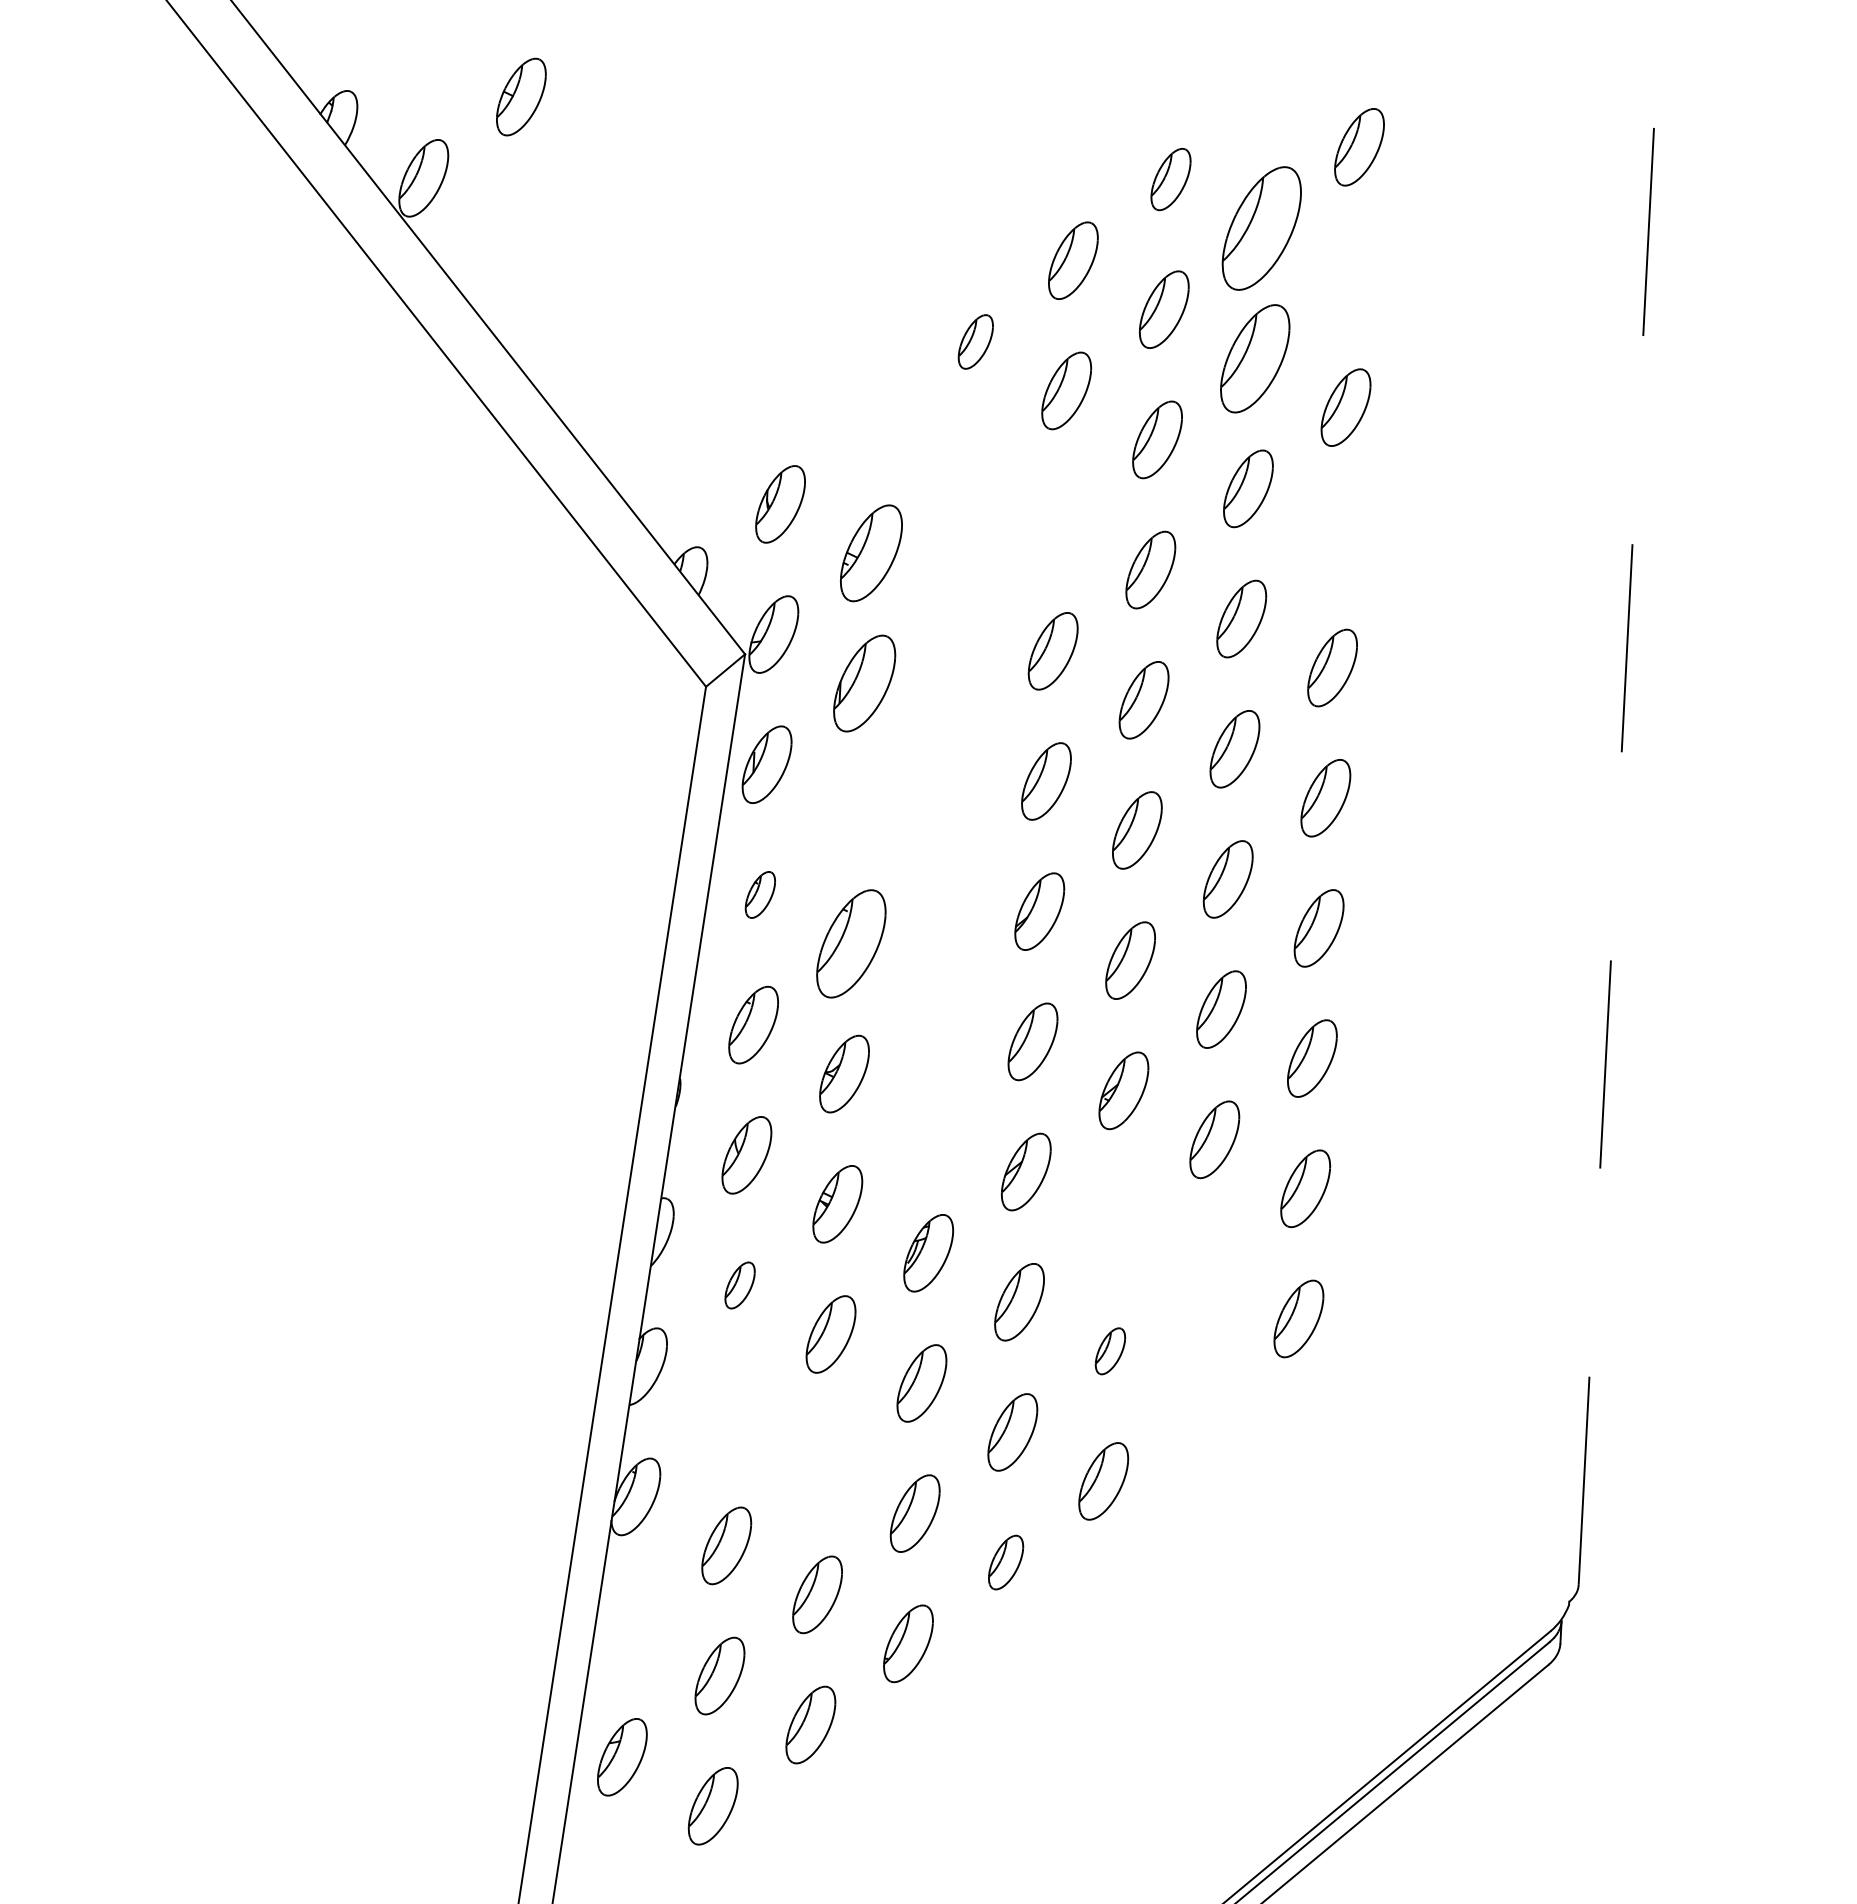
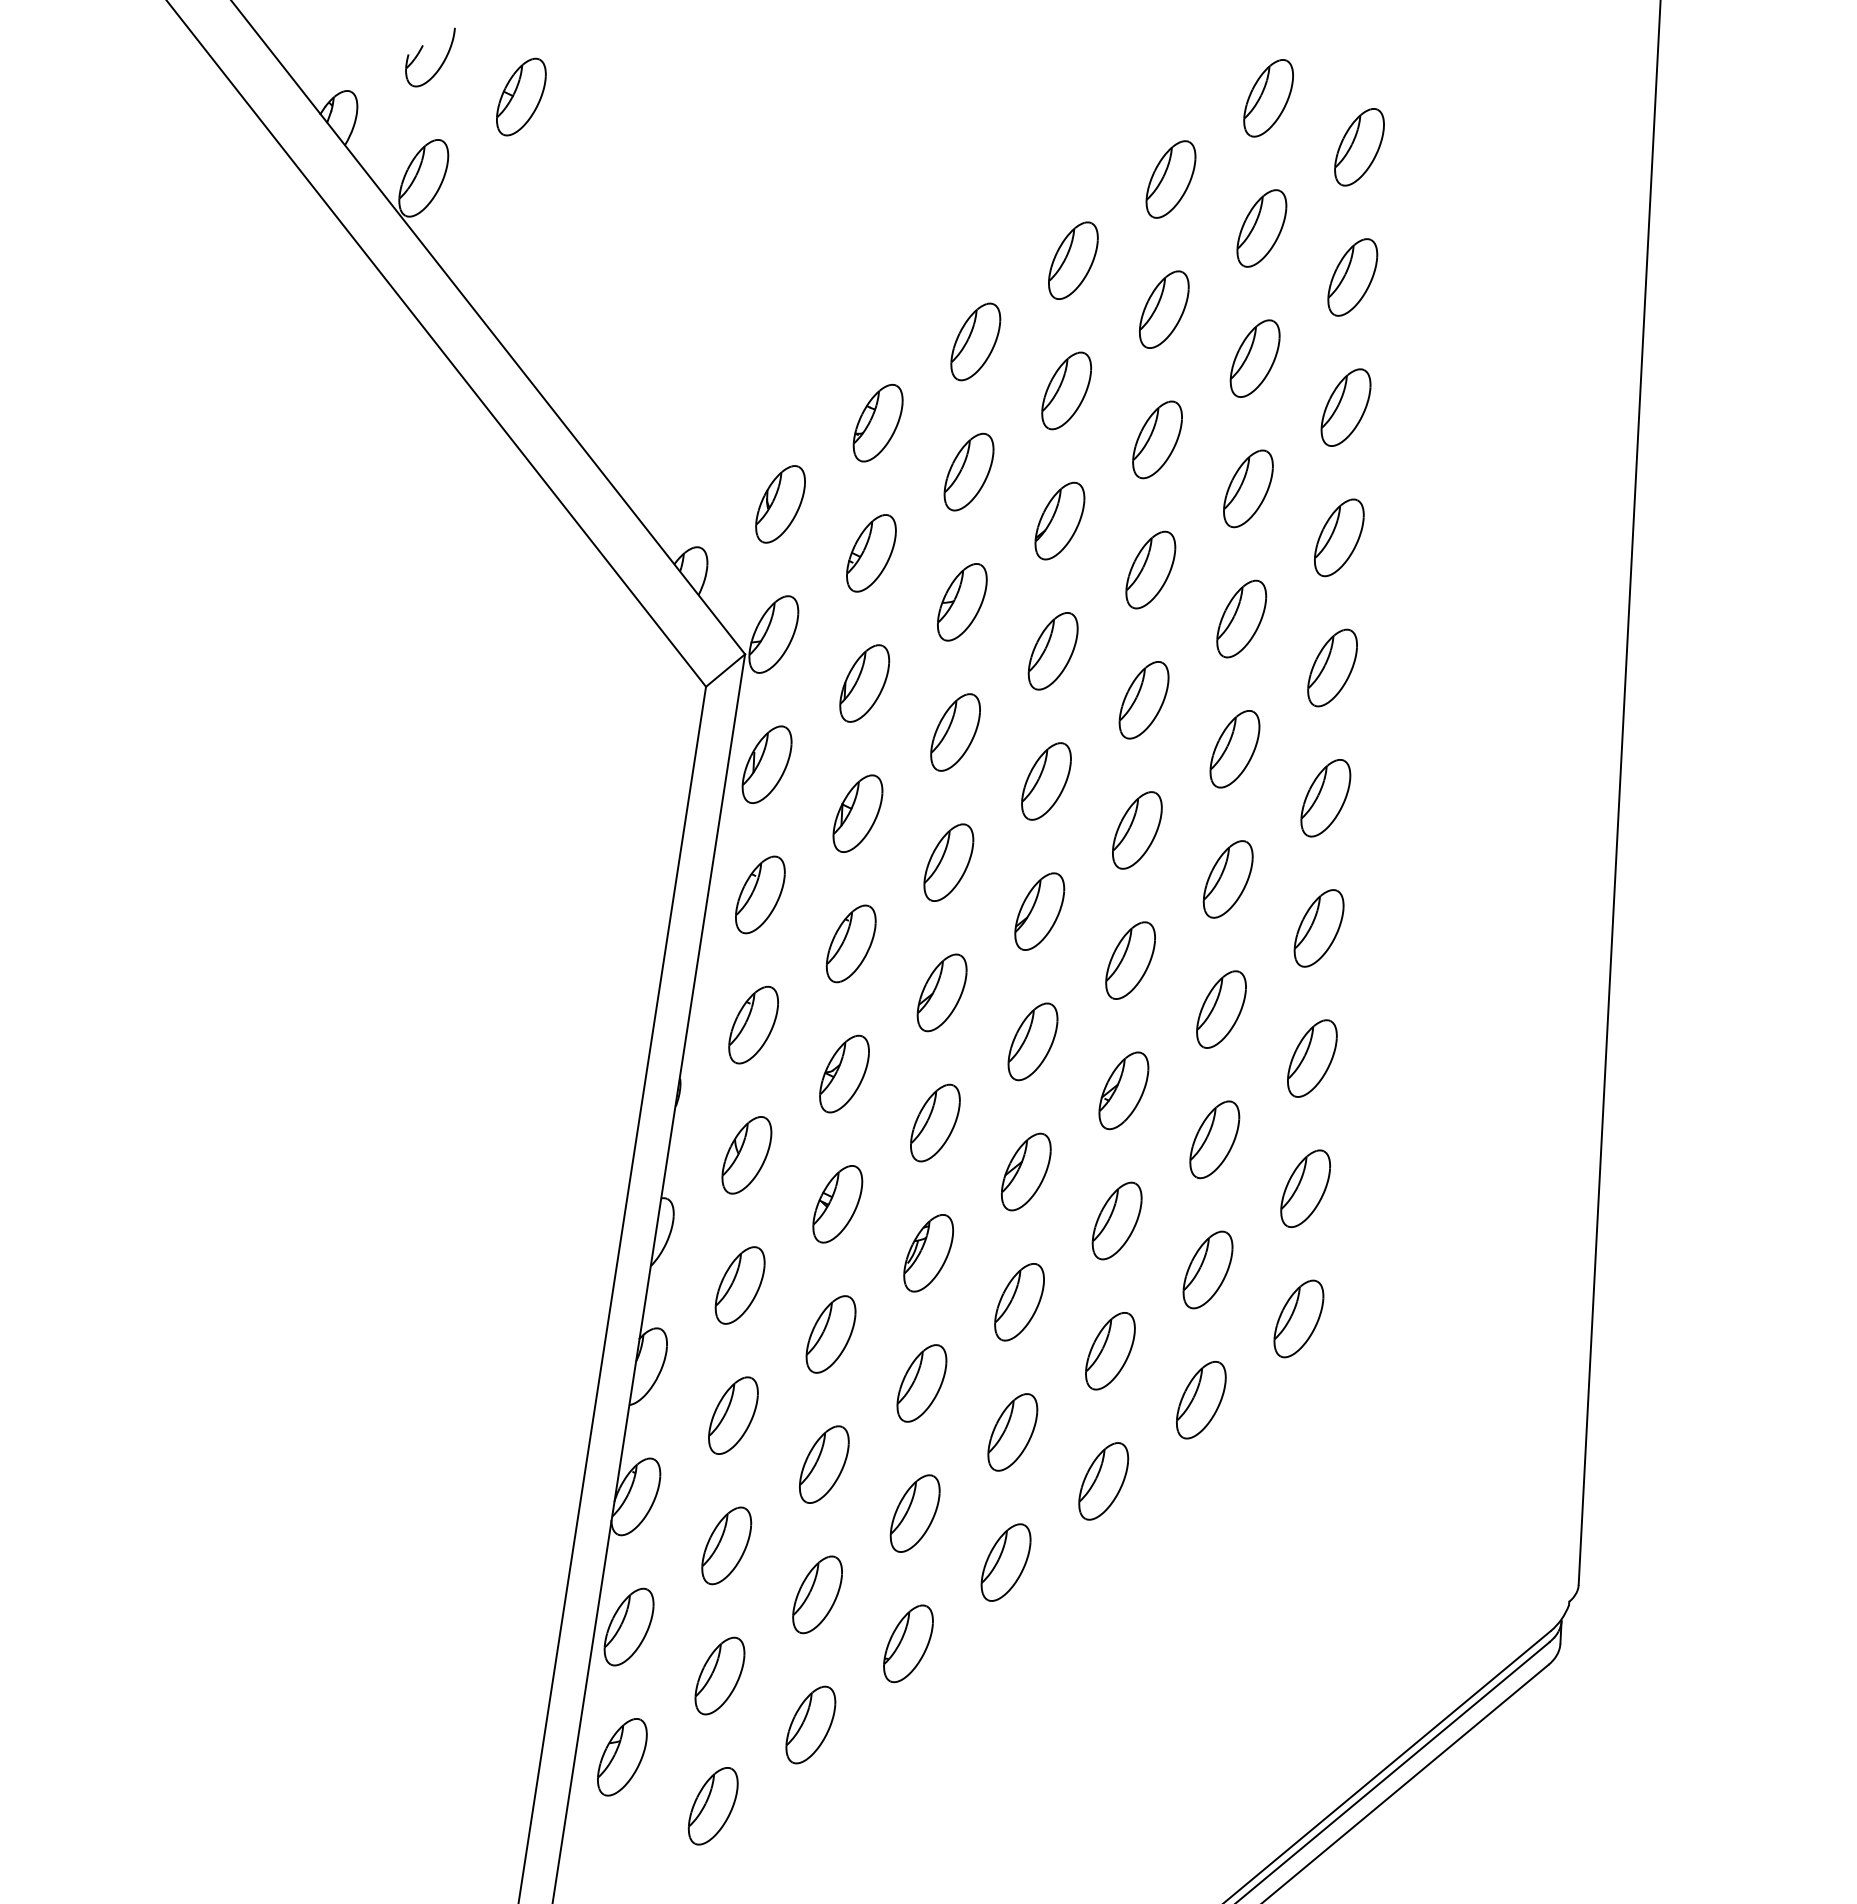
part at (420, 52): none -> present
part at (1268, 98): none -> present
part at (1170, 179) size: 42x64 px -> 52x79 px
part at (1261, 228) size: 81x125 px -> 52x79 px
part at (1352, 277): none -> present
part at (975, 341) size: 37x56 px -> 52x80 px
part at (1255, 358) size: 71x110 px -> 52x79 px
part at (877, 423): none -> present
part at (968, 471): none -> present
part at (1059, 520): none -> present
part at (1339, 537): none -> present
part at (871, 553) size: 63x99 px -> 51x79 px
part at (962, 602): none -> present
part at (864, 683) size: 64x99 px -> 52x79 px
part at (955, 732): none -> present
line at (1619, 792): dashed -> solid
part at (857, 813): none -> present
part at (948, 862): none -> present
part at (759, 894) size: 32x48 px -> 51x80 px
part at (851, 943) size: 71x110 px -> 52x80 px
part at (941, 992): none -> present
part at (935, 1122): none -> present
part at (1116, 1220): none -> present
part at (1207, 1269): none -> present
part at (739, 1285) size: 32x49 px -> 52x79 px
part at (1110, 1351) size: 33x49 px -> 51x79 px
part at (1201, 1400): none -> present
part at (733, 1415): none -> present
part at (824, 1464): none -> present
part at (1006, 1562) size: 37x57 px -> 52x79 px
part at (628, 1626): none -> present
